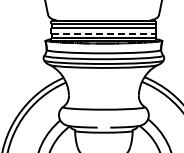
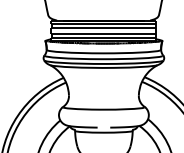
line at (104, 33): dashed -> solid
